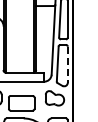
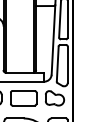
line at (67, 64): dashed -> solid
part at (21, 103) position: (21, 103) -> (23, 98)
